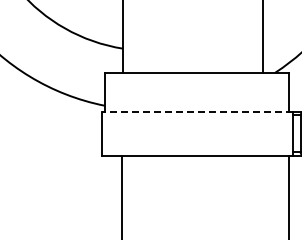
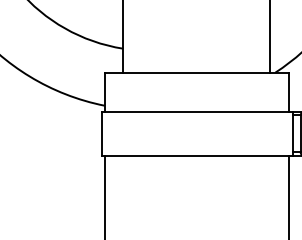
line at (263, 37) position: (263, 37) -> (270, 37)
line at (197, 111): dashed -> solid
line at (121, 195) position: (121, 195) -> (104, 195)
